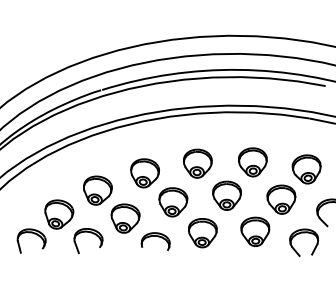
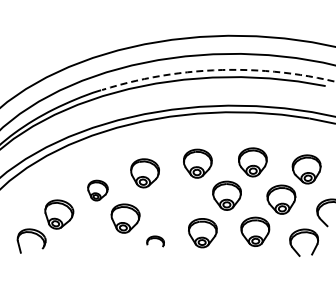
arc at (218, 70): solid -> dashed
part at (97, 190) size: 30x31 px -> 22x23 px
part at (173, 202): present -> none
part at (90, 233): present -> none
part at (155, 241) size: 31x19 px -> 19x13 px
